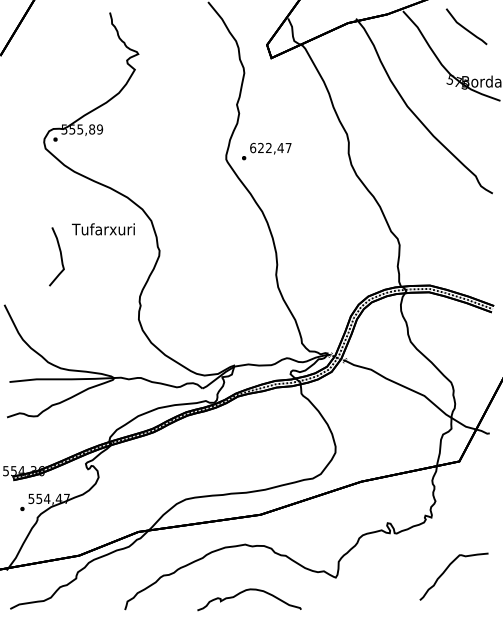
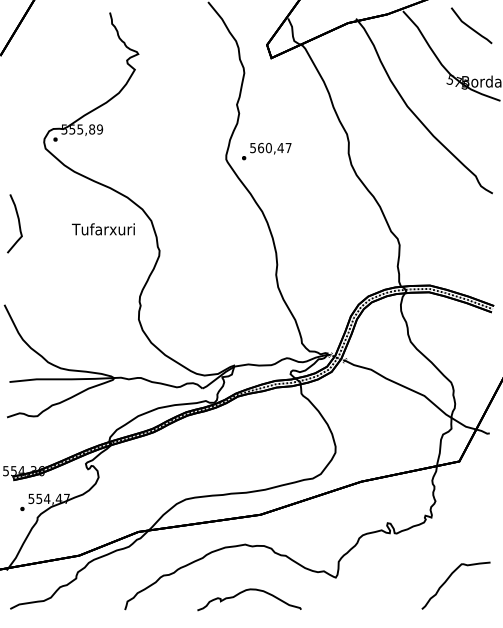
curve at (465, 27) position: (465, 27) -> (470, 26)
text at (260, 147): 622,47 -> 560,47
curve at (60, 256) position: (60, 256) -> (18, 223)
curve at (447, 569) position: (447, 569) -> (449, 578)
